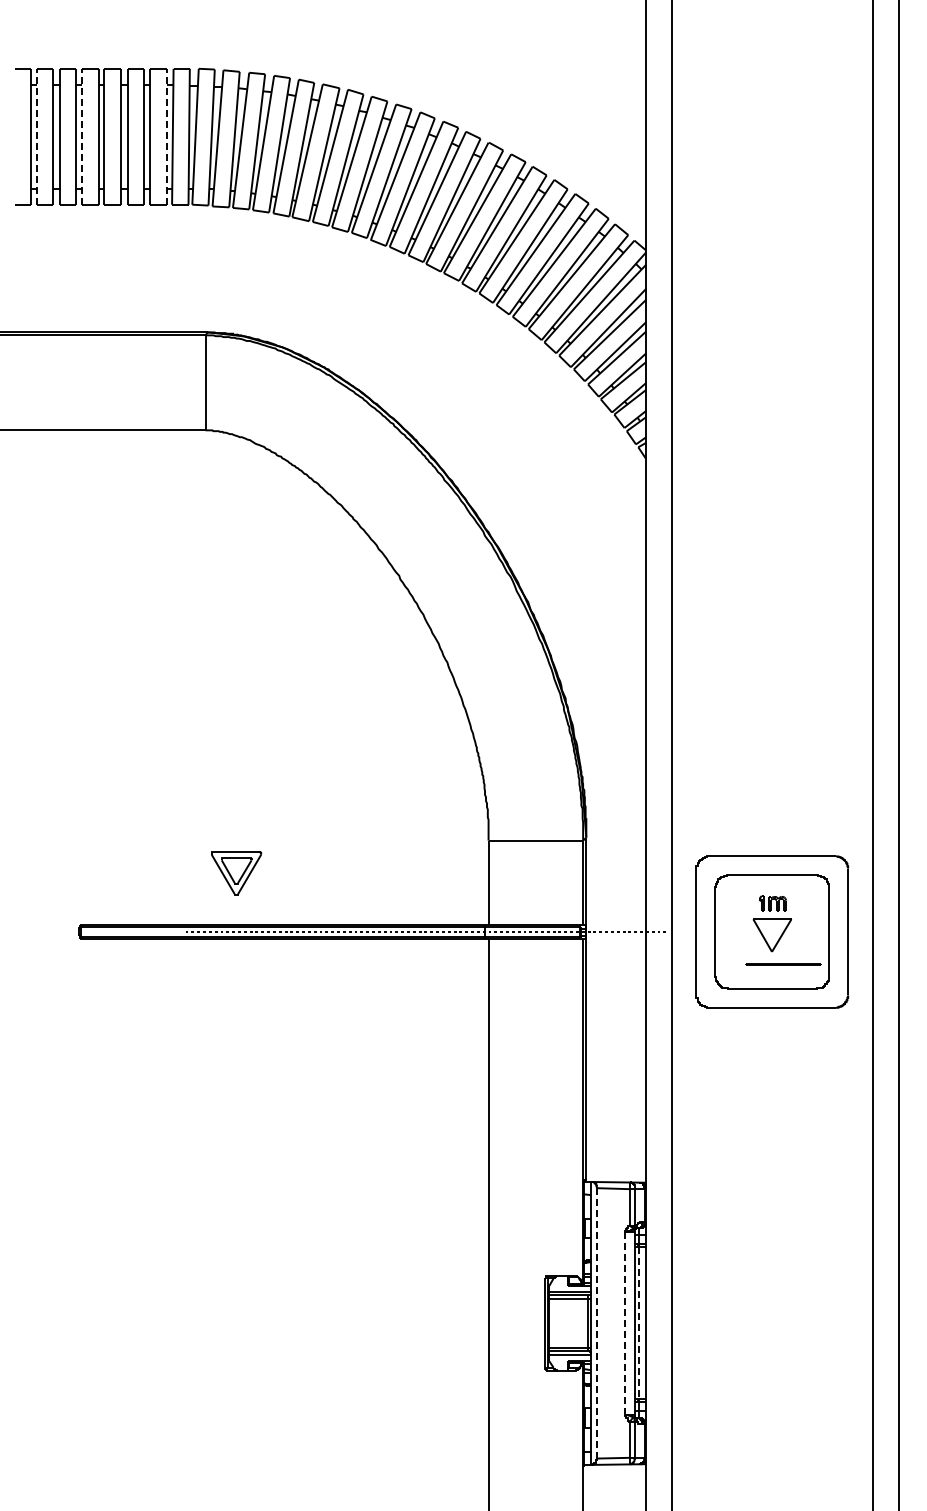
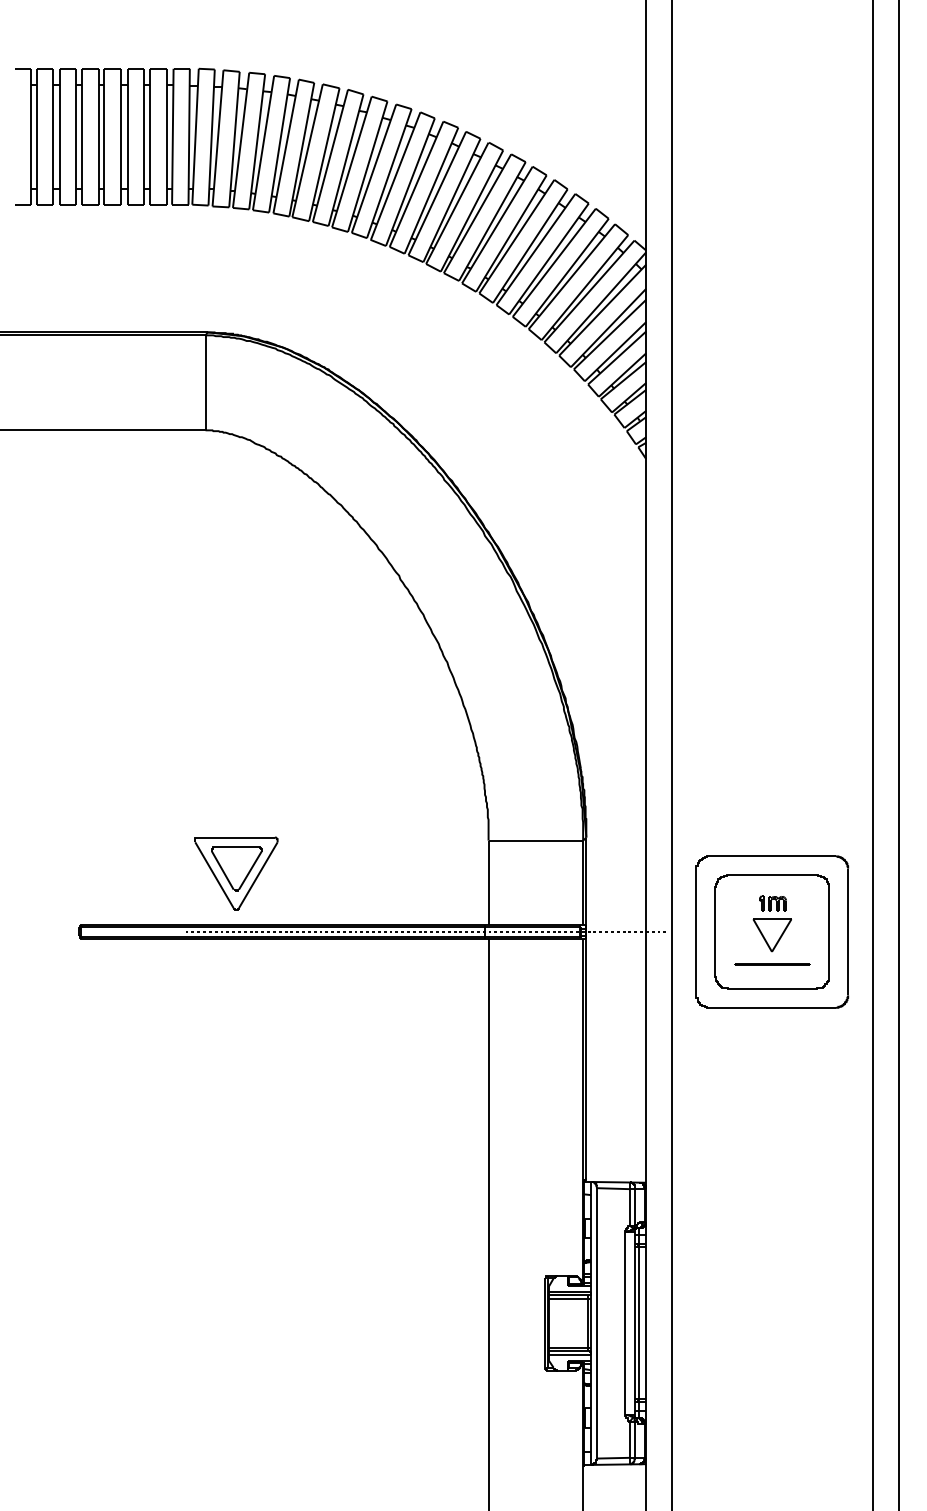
line at (36, 136): dashed -> solid
line at (81, 136): dashed -> solid
line at (166, 136): dashed -> solid
part at (236, 873) size: 52x45 px -> 85x75 px
line at (783, 964) position: (783, 964) -> (772, 964)
line at (596, 1322): dashed -> solid
line at (625, 1323): dashed -> solid
line at (639, 1323): dashed -> solid
